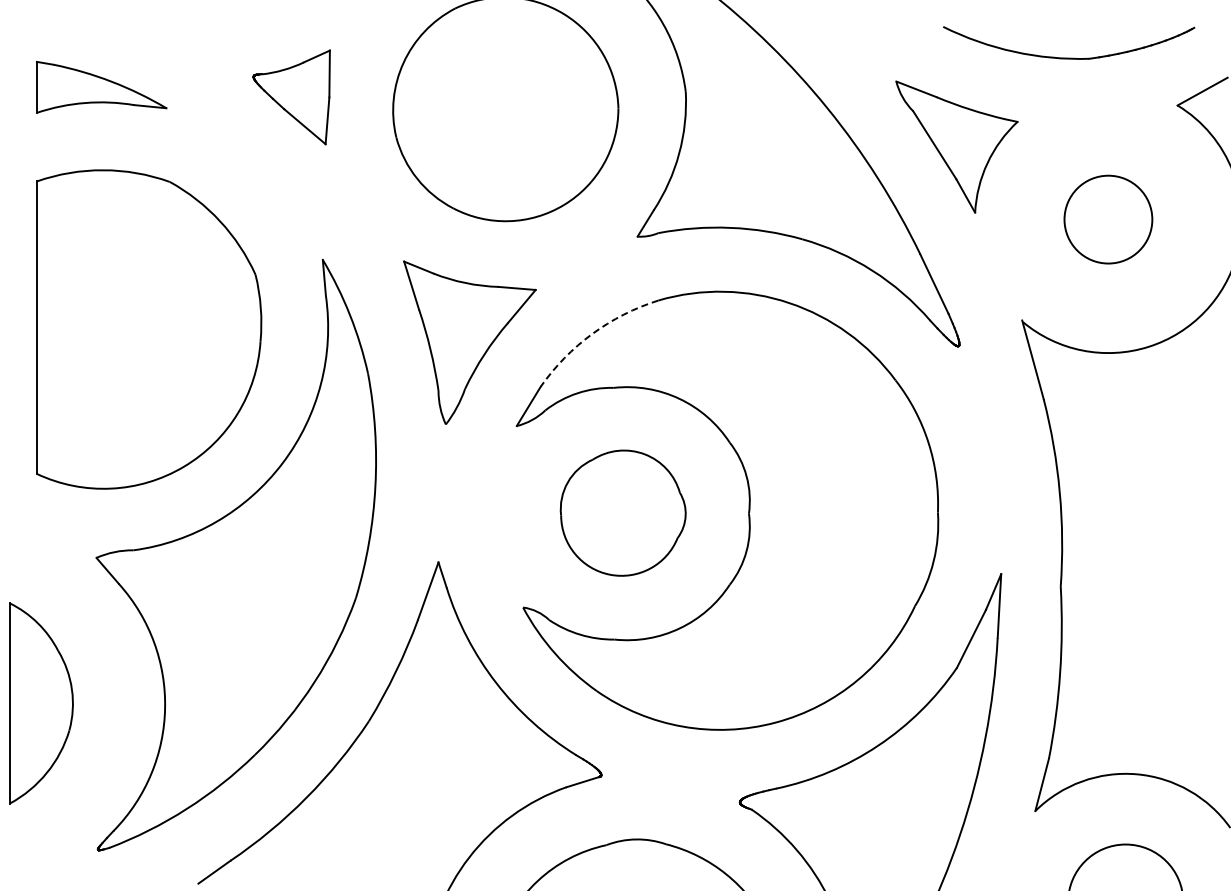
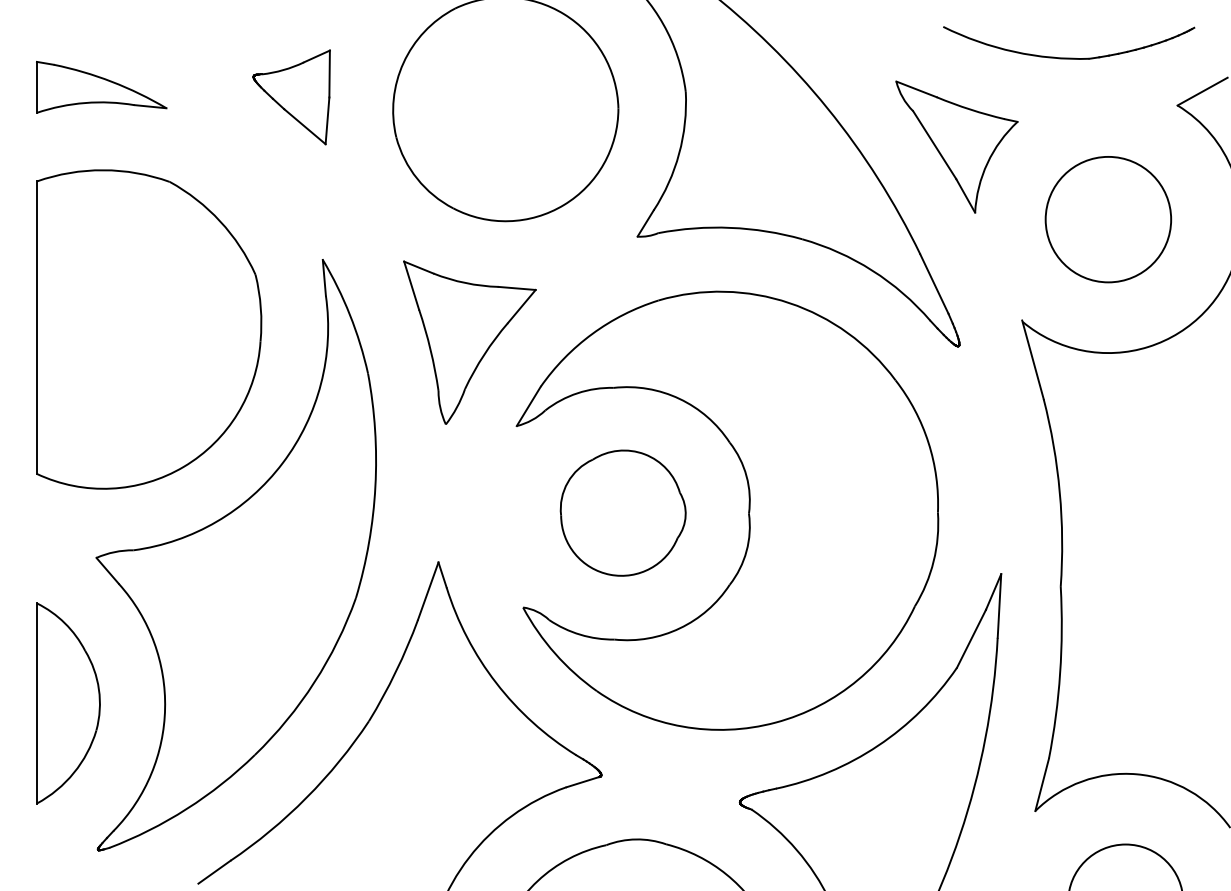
circle at (1108, 219) diameter: 88 px -> 125 px
arc at (592, 333): dashed -> solid
part at (41, 703) position: (41, 703) -> (68, 703)
